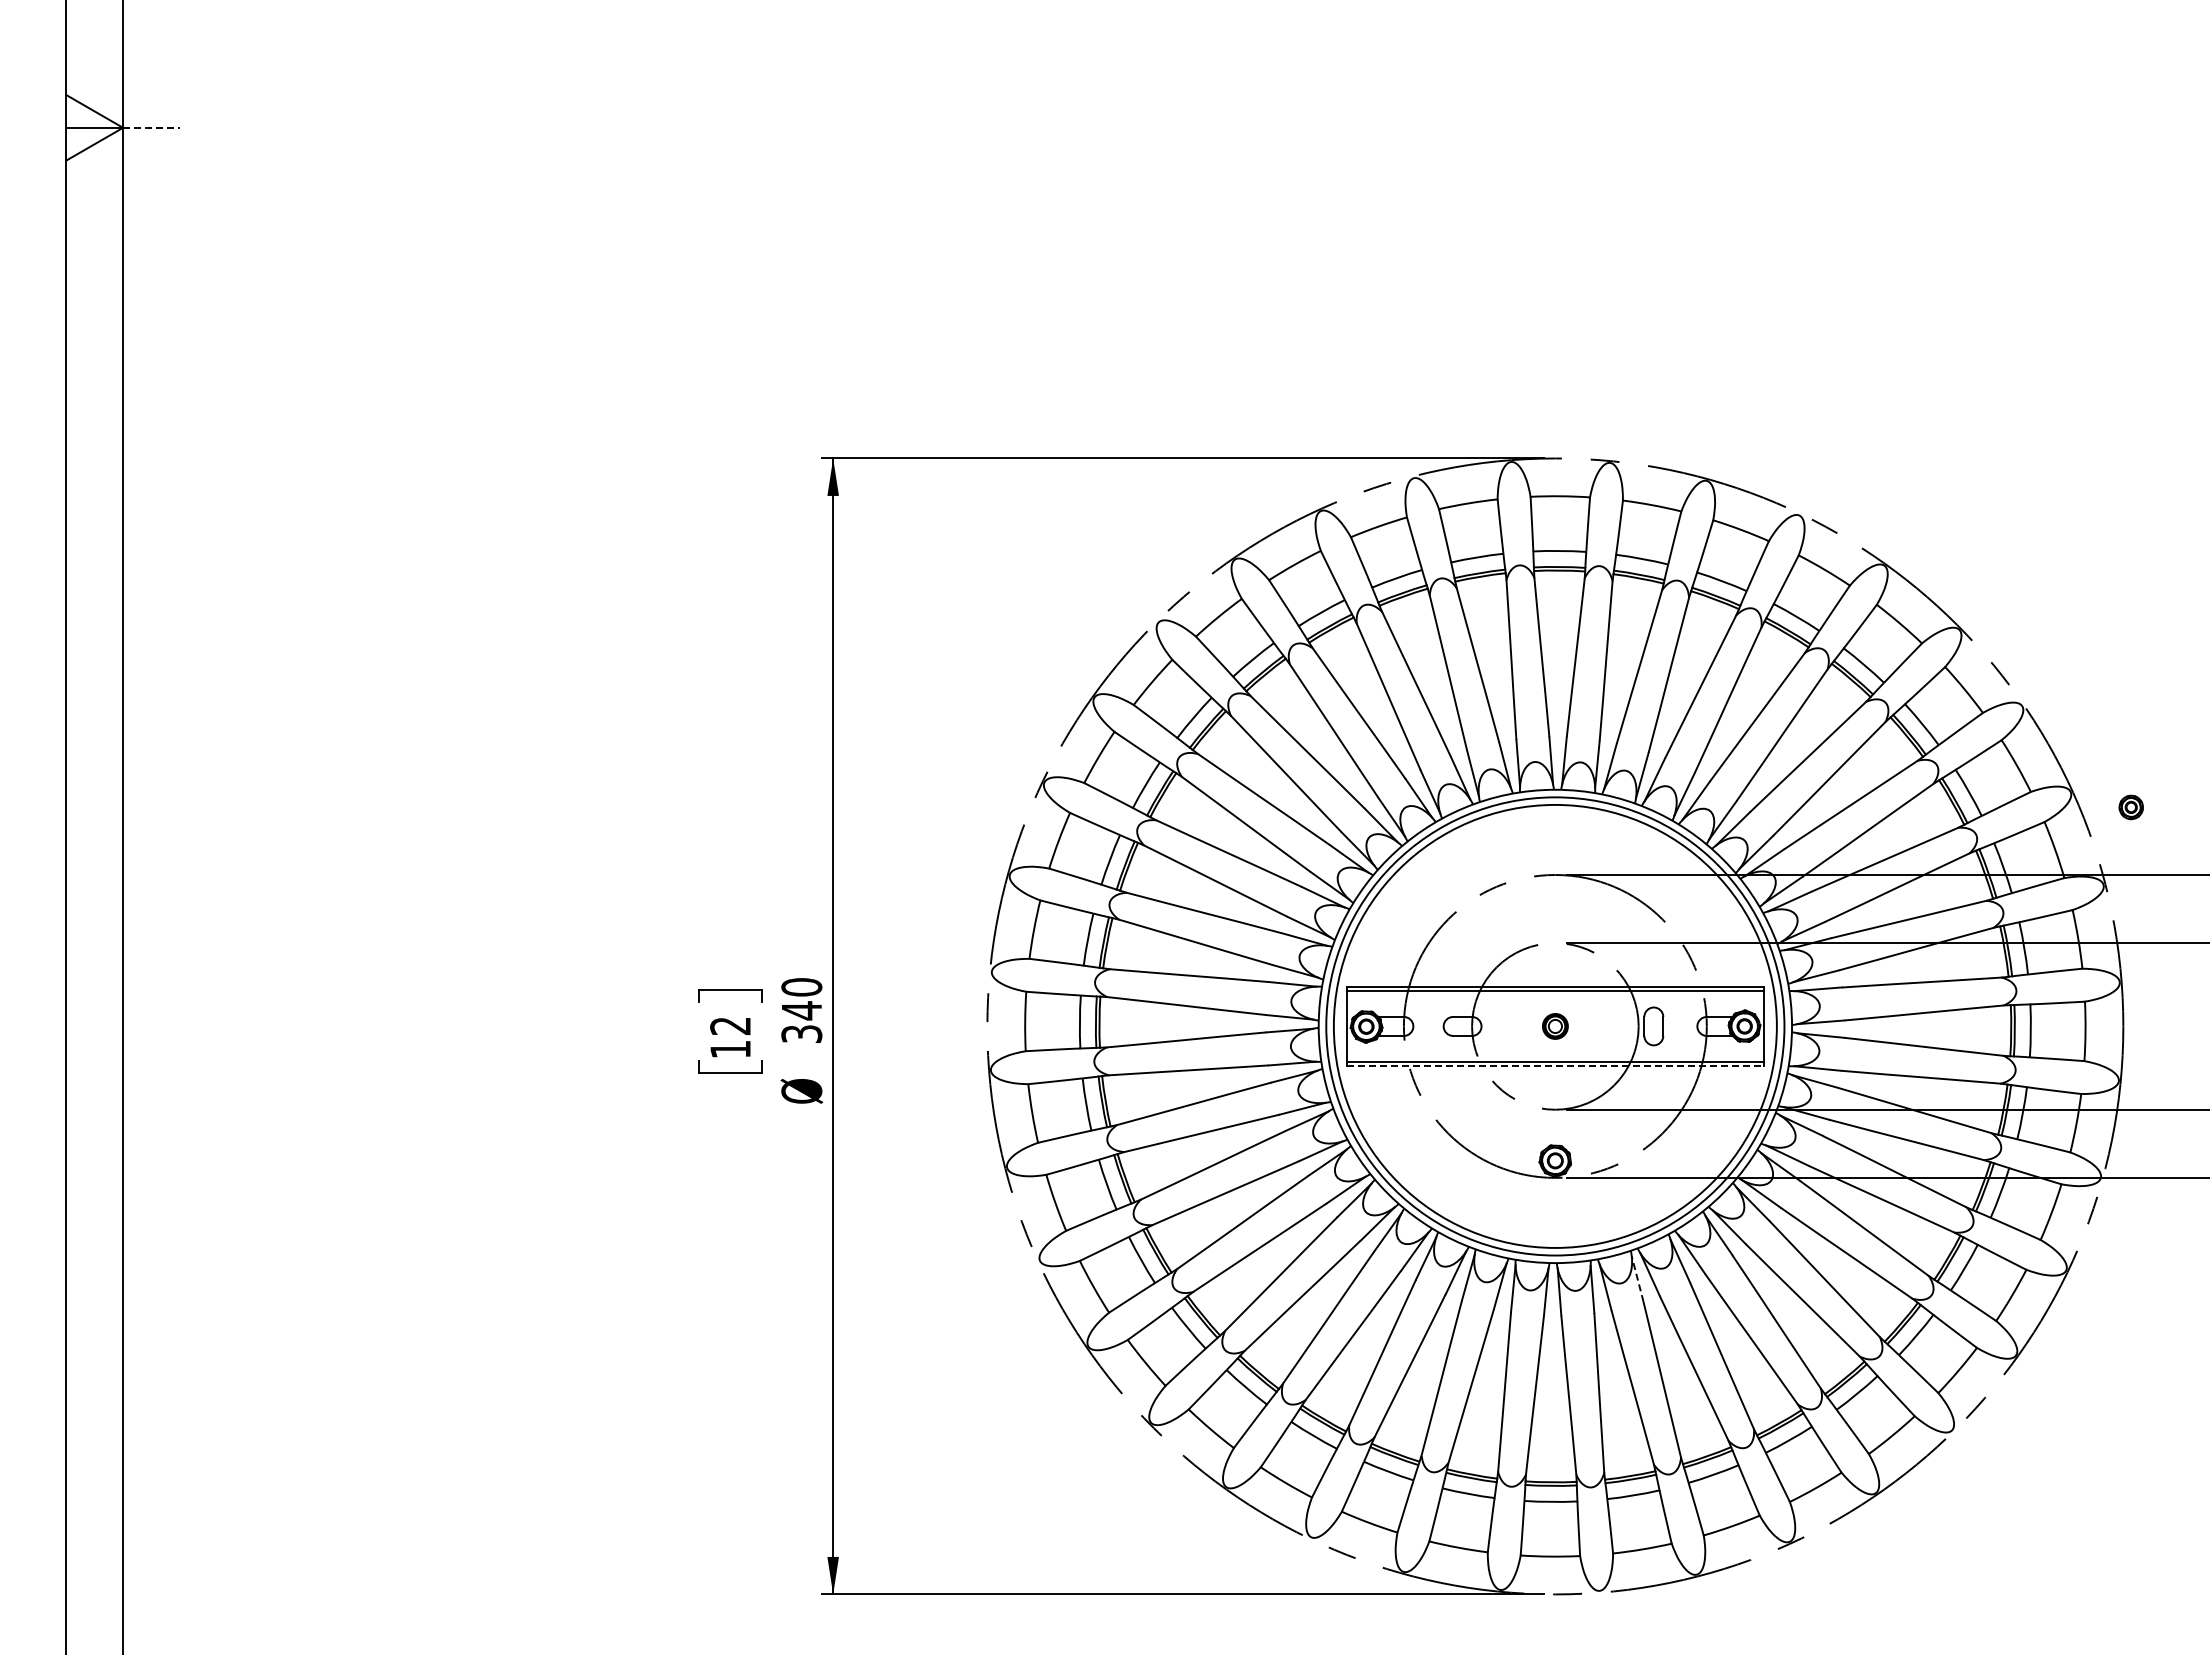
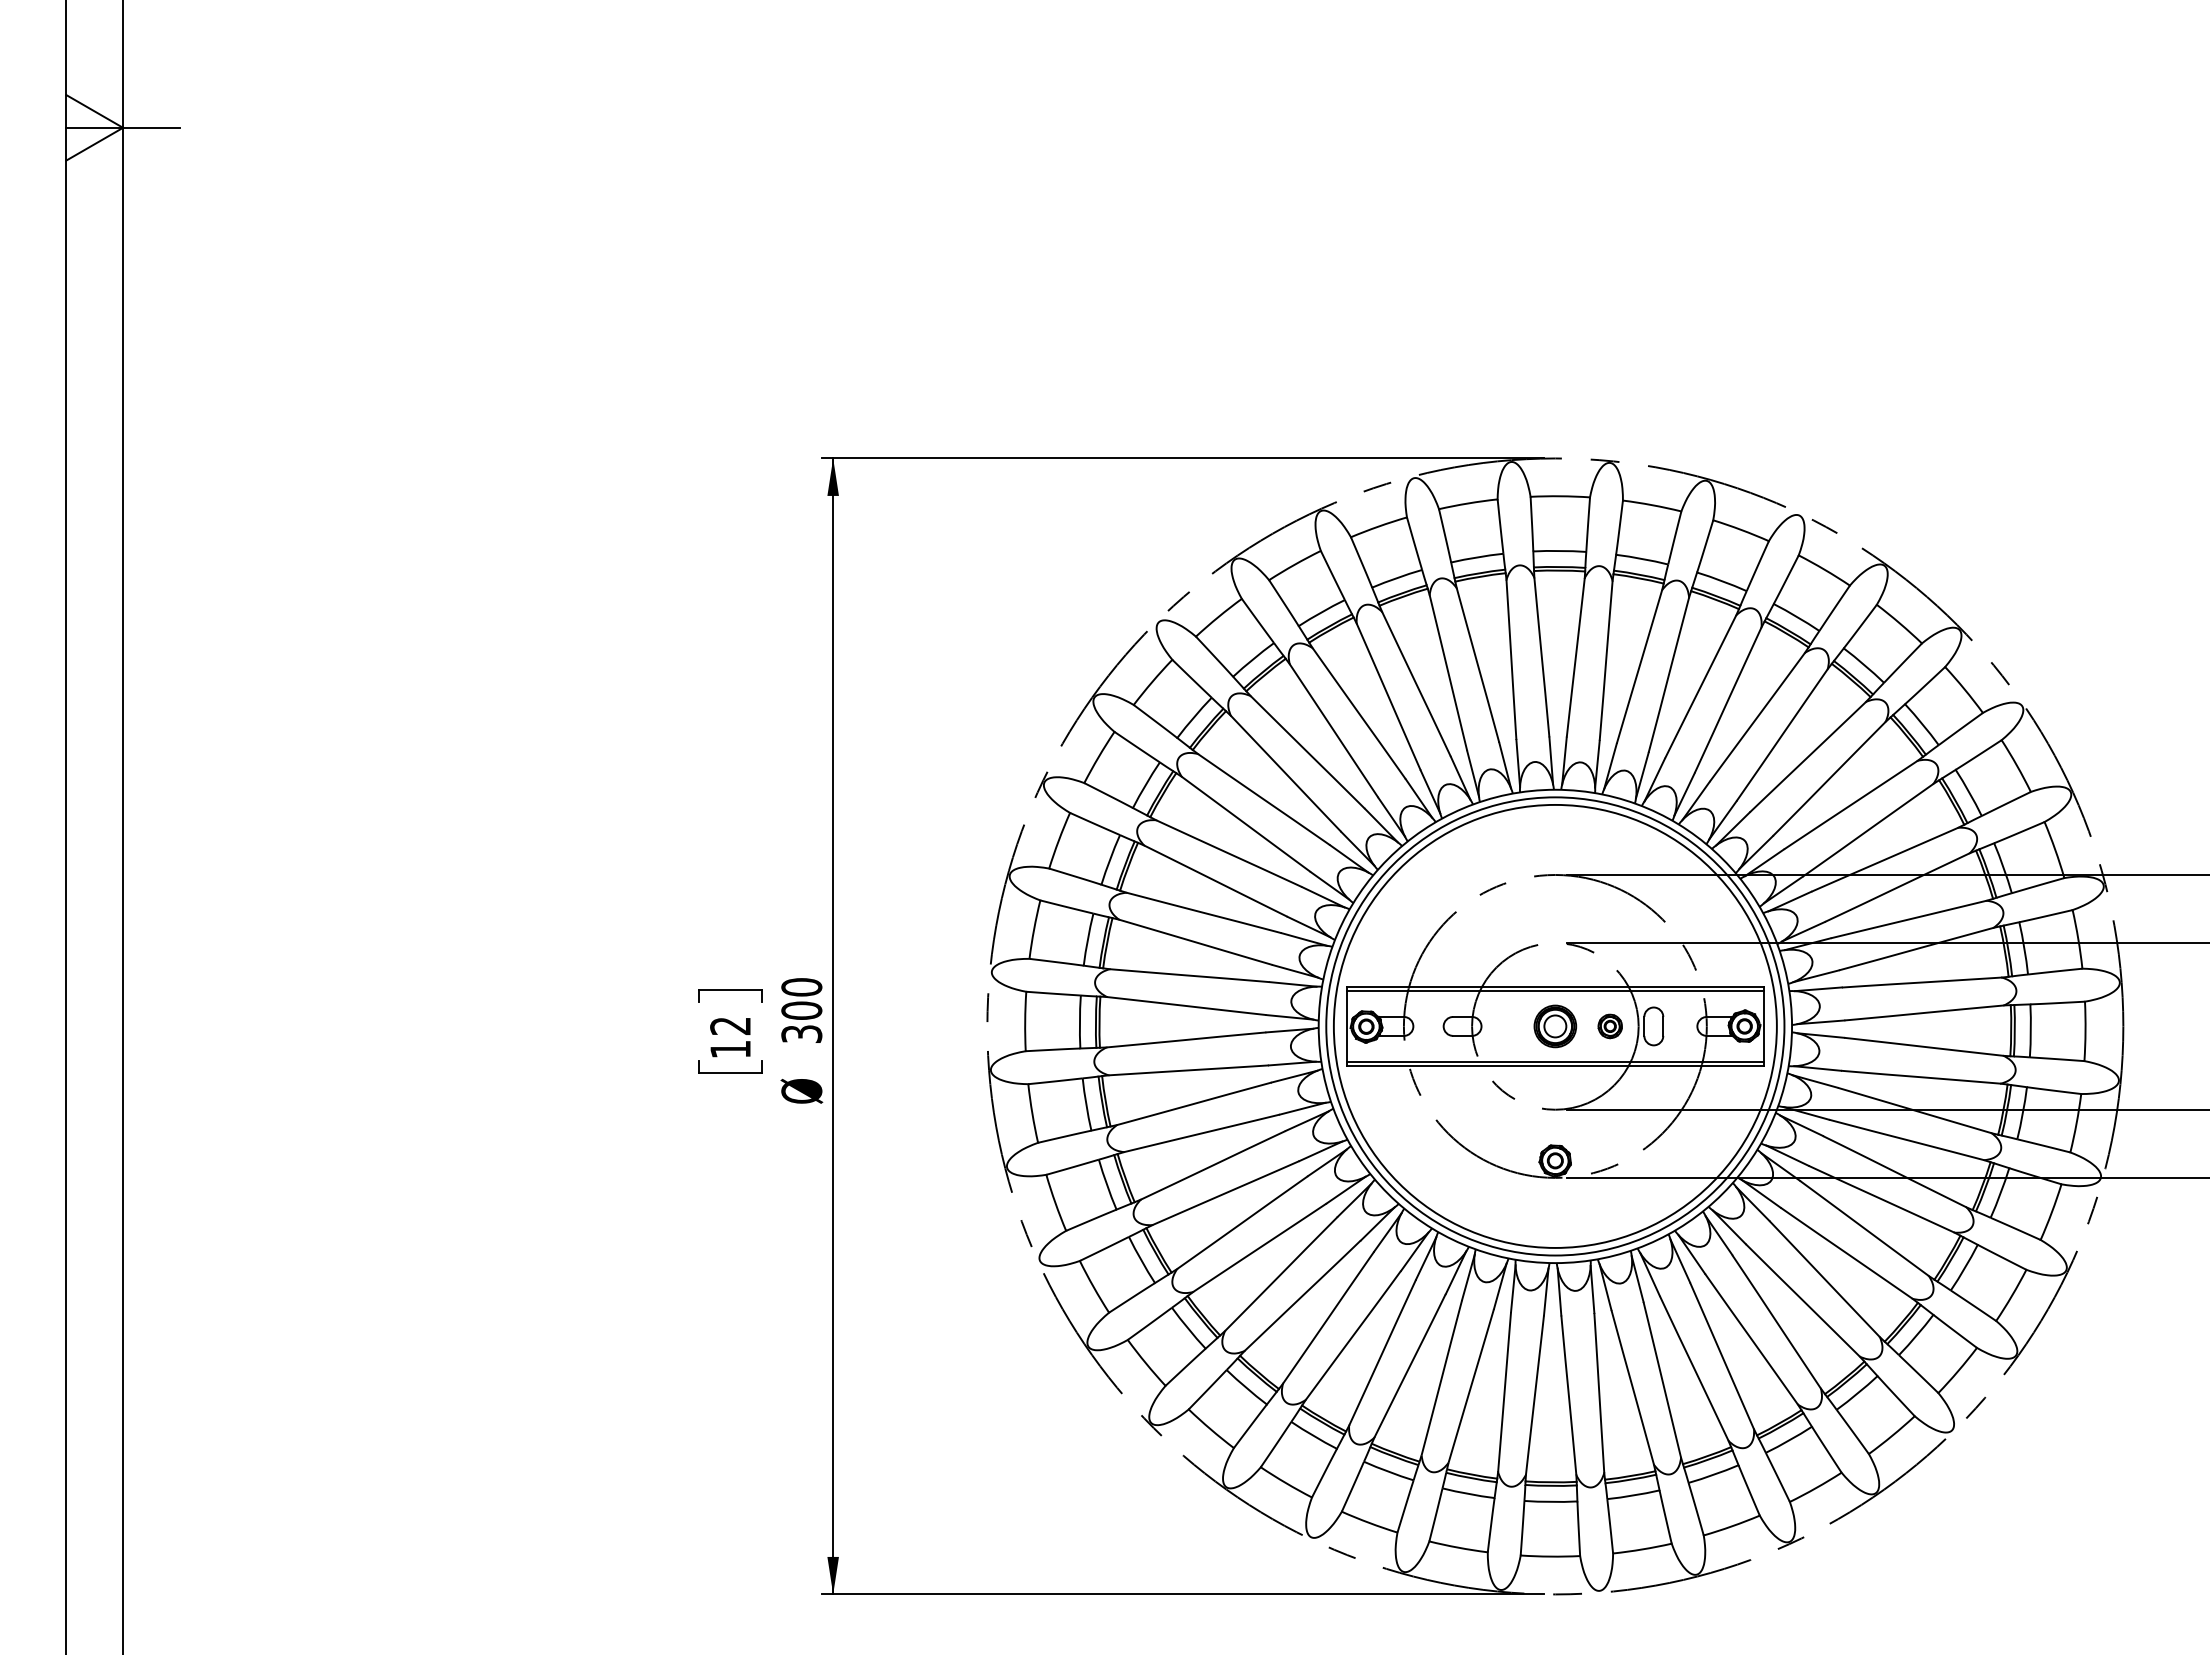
line at (151, 127): dashed -> solid
part at (2130, 807) position: (2130, 807) -> (1609, 1026)
text at (801, 1010): 340 -> 300
part at (1555, 1026) size: 27x27 px -> 45x45 px
line at (1555, 1066): dashed -> solid
line at (1637, 1279): dashed -> solid
